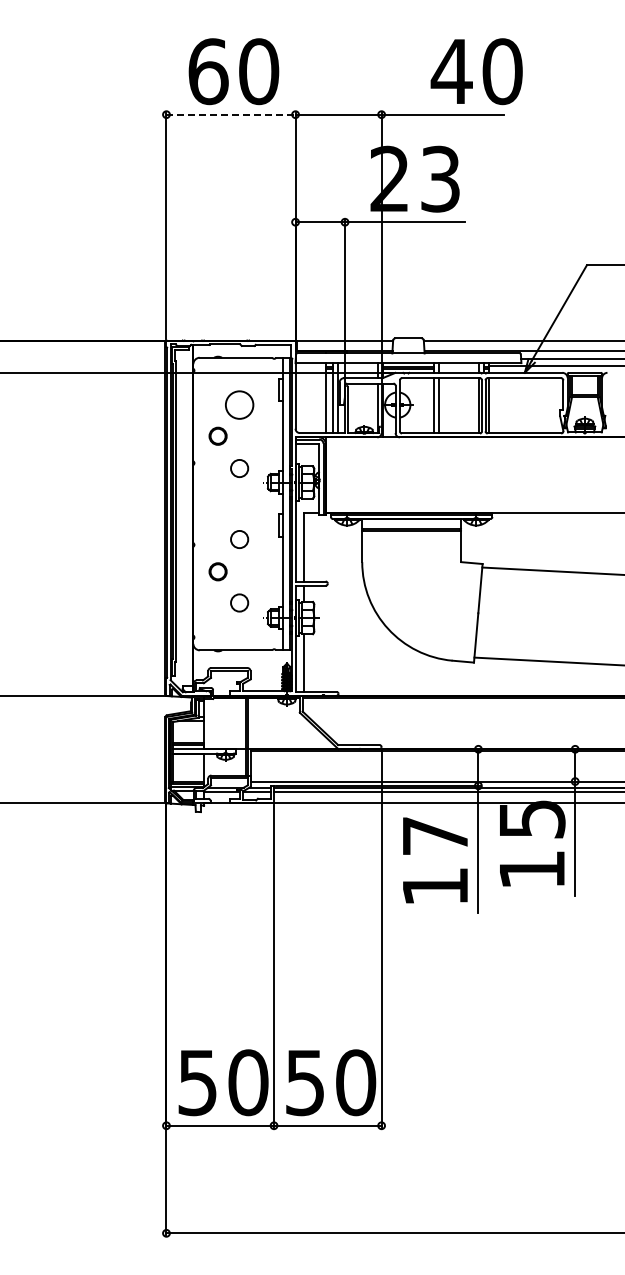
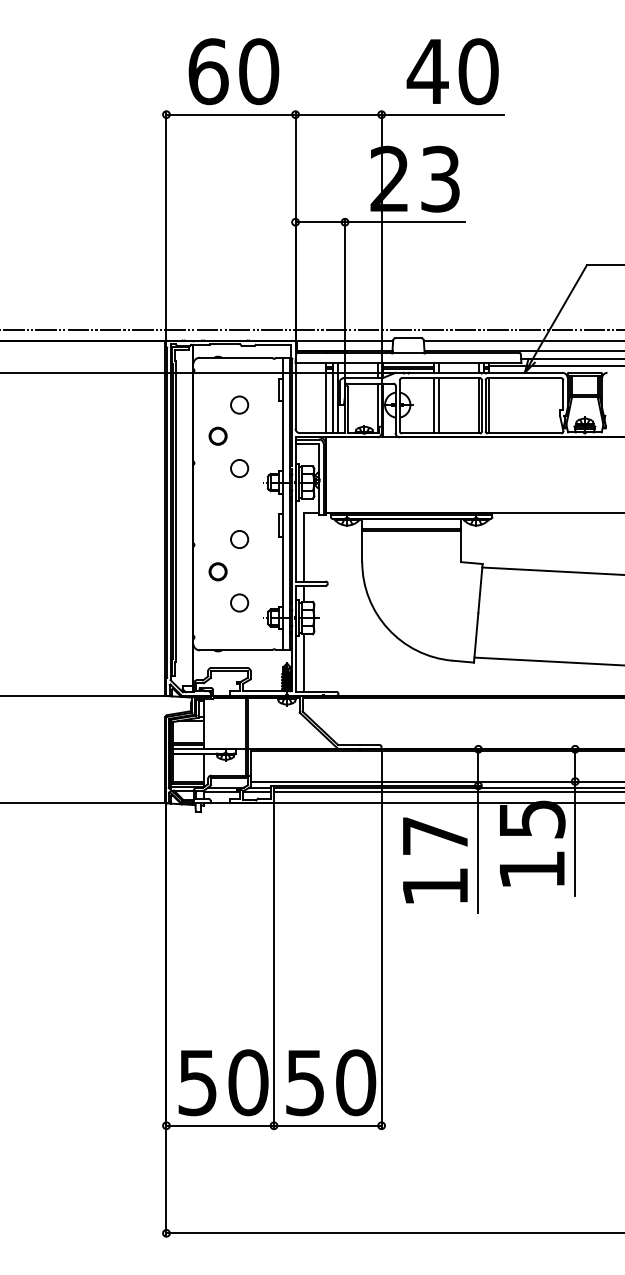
text at (476, 71) position: (476, 71) -> (452, 71)
line at (231, 114): dashed -> solid
line at (311, 329): none -> present
circle at (239, 404) diameter: 28 px -> 17 px
